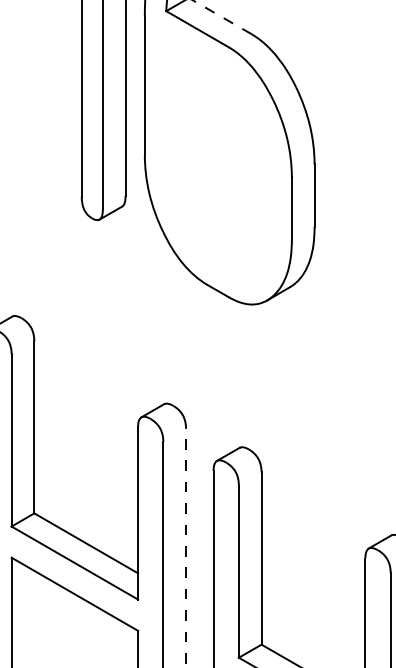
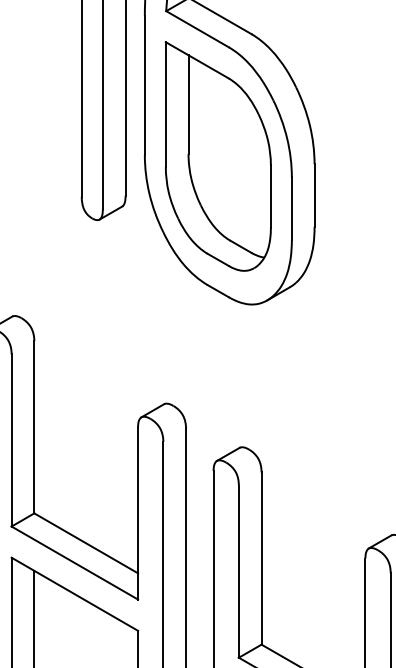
line at (221, 16): dashed -> solid
part at (217, 156): none -> present
line at (186, 547): dashed -> solid
line at (34, 617): none -> present
